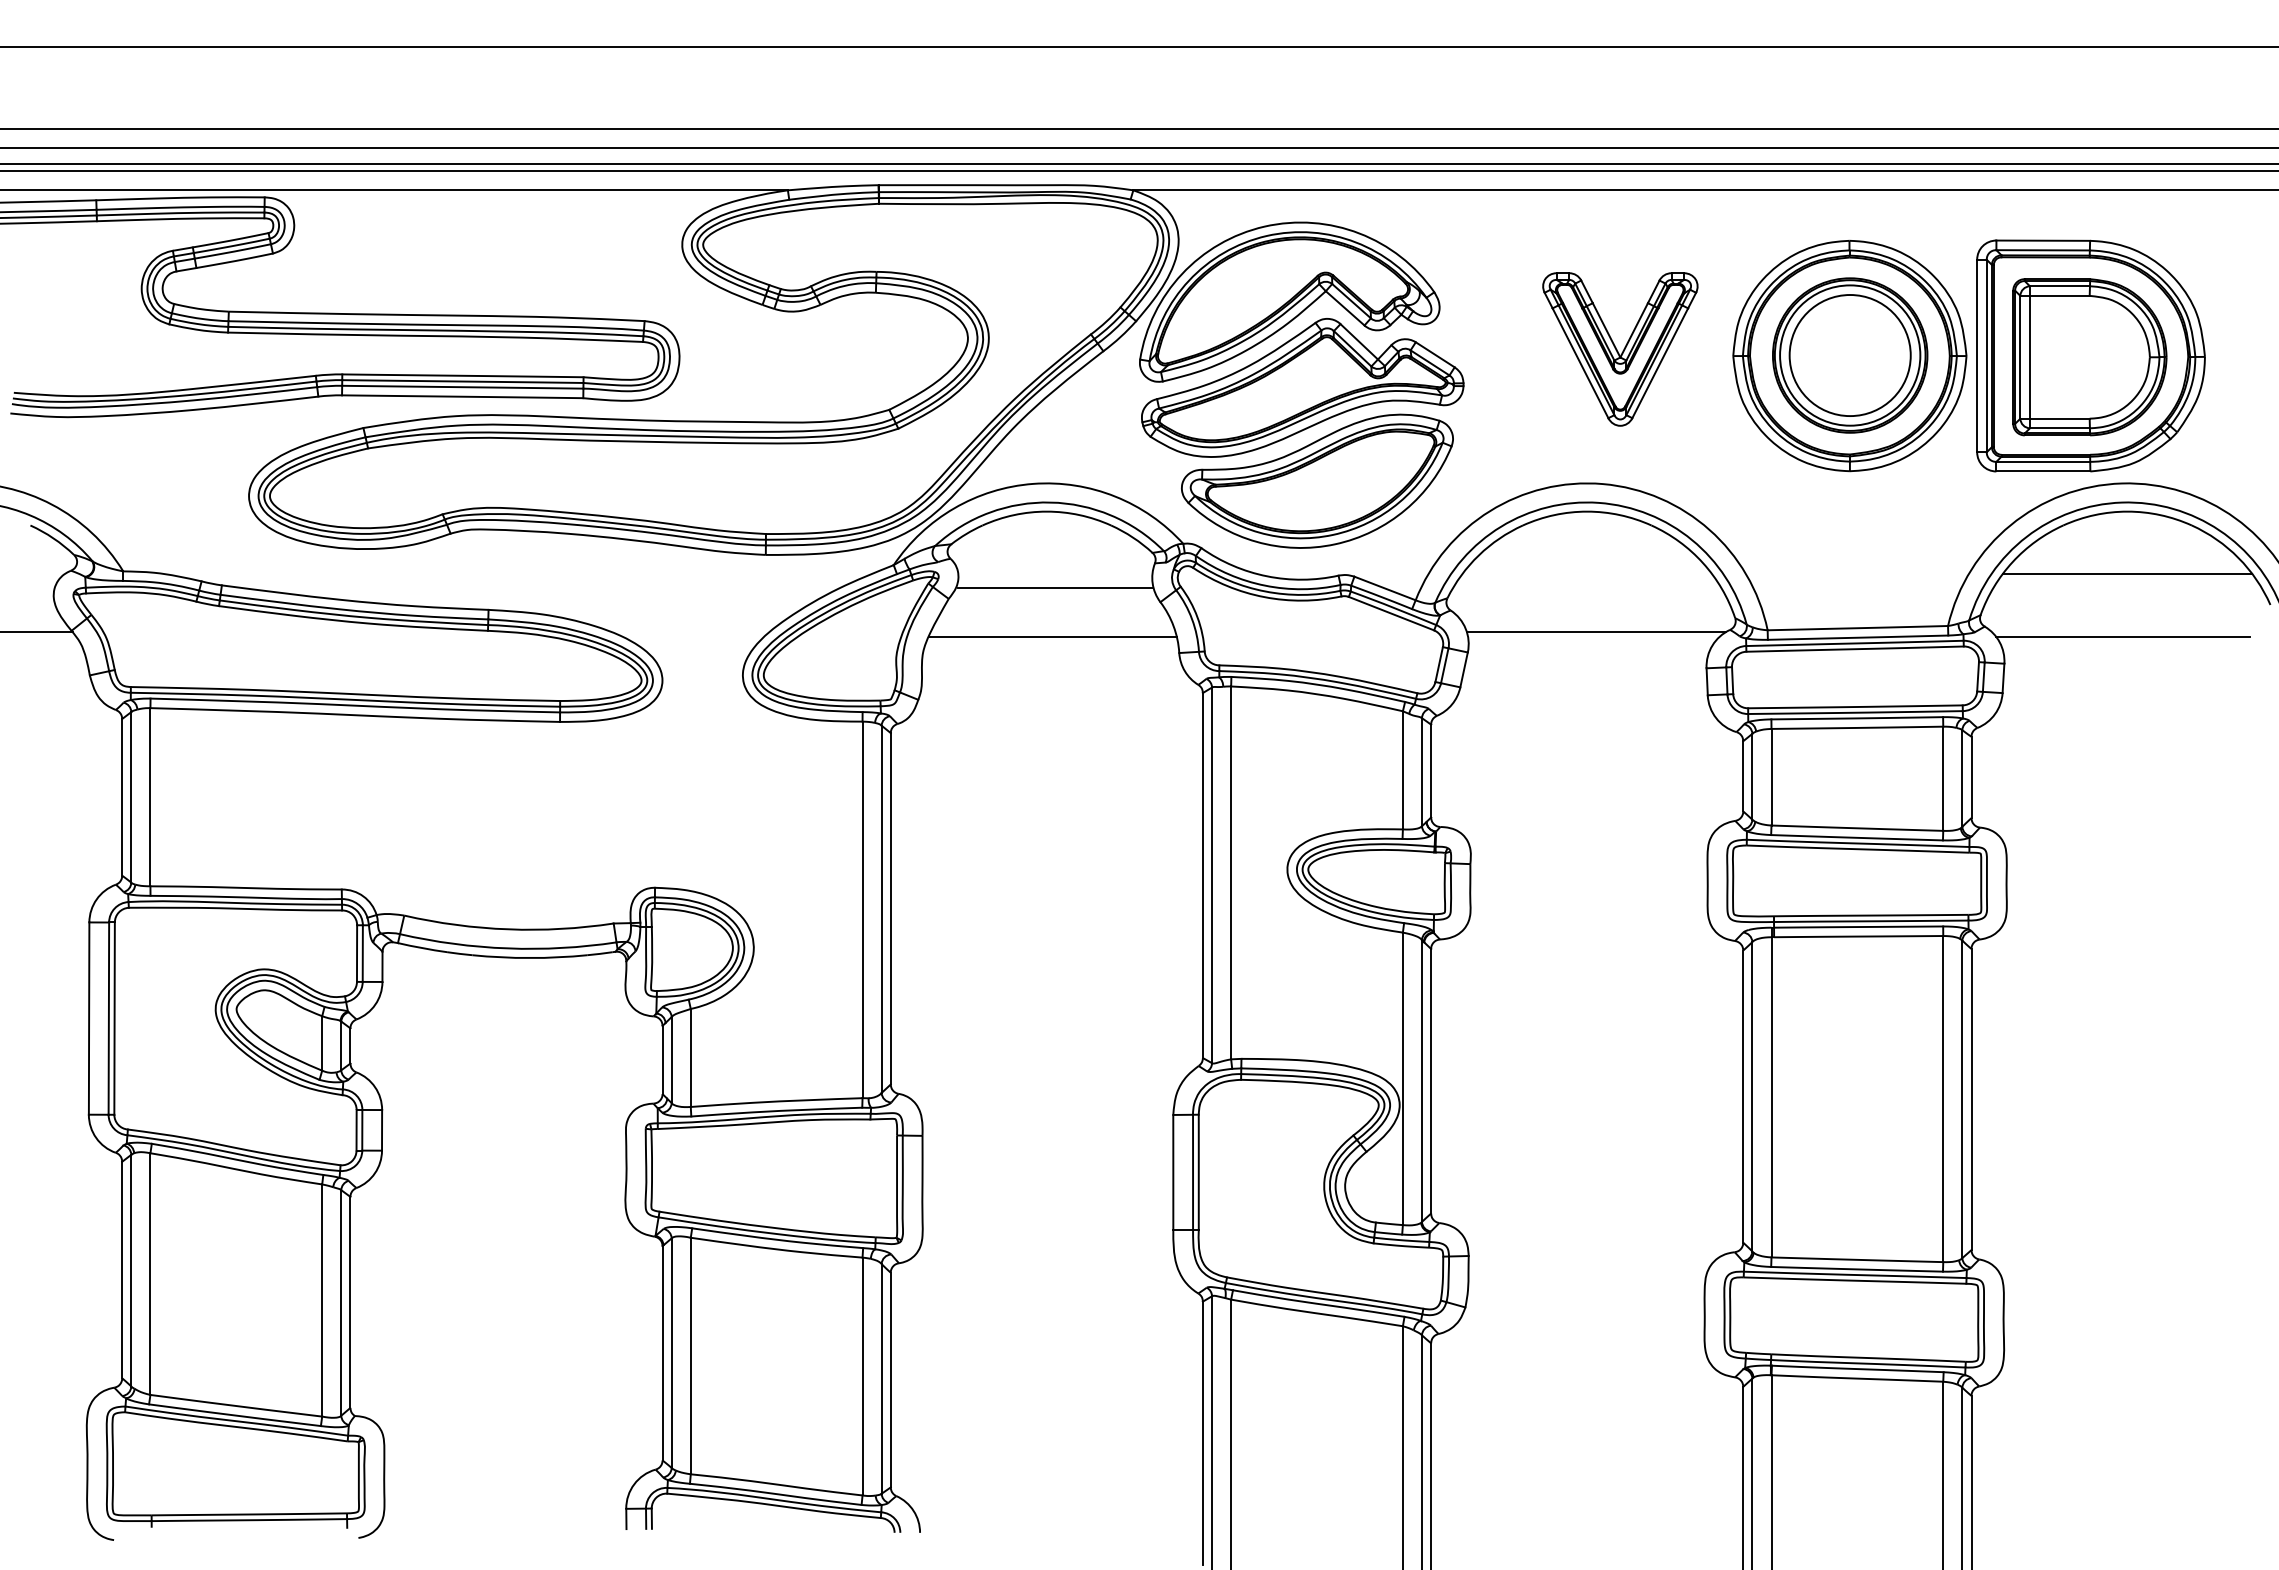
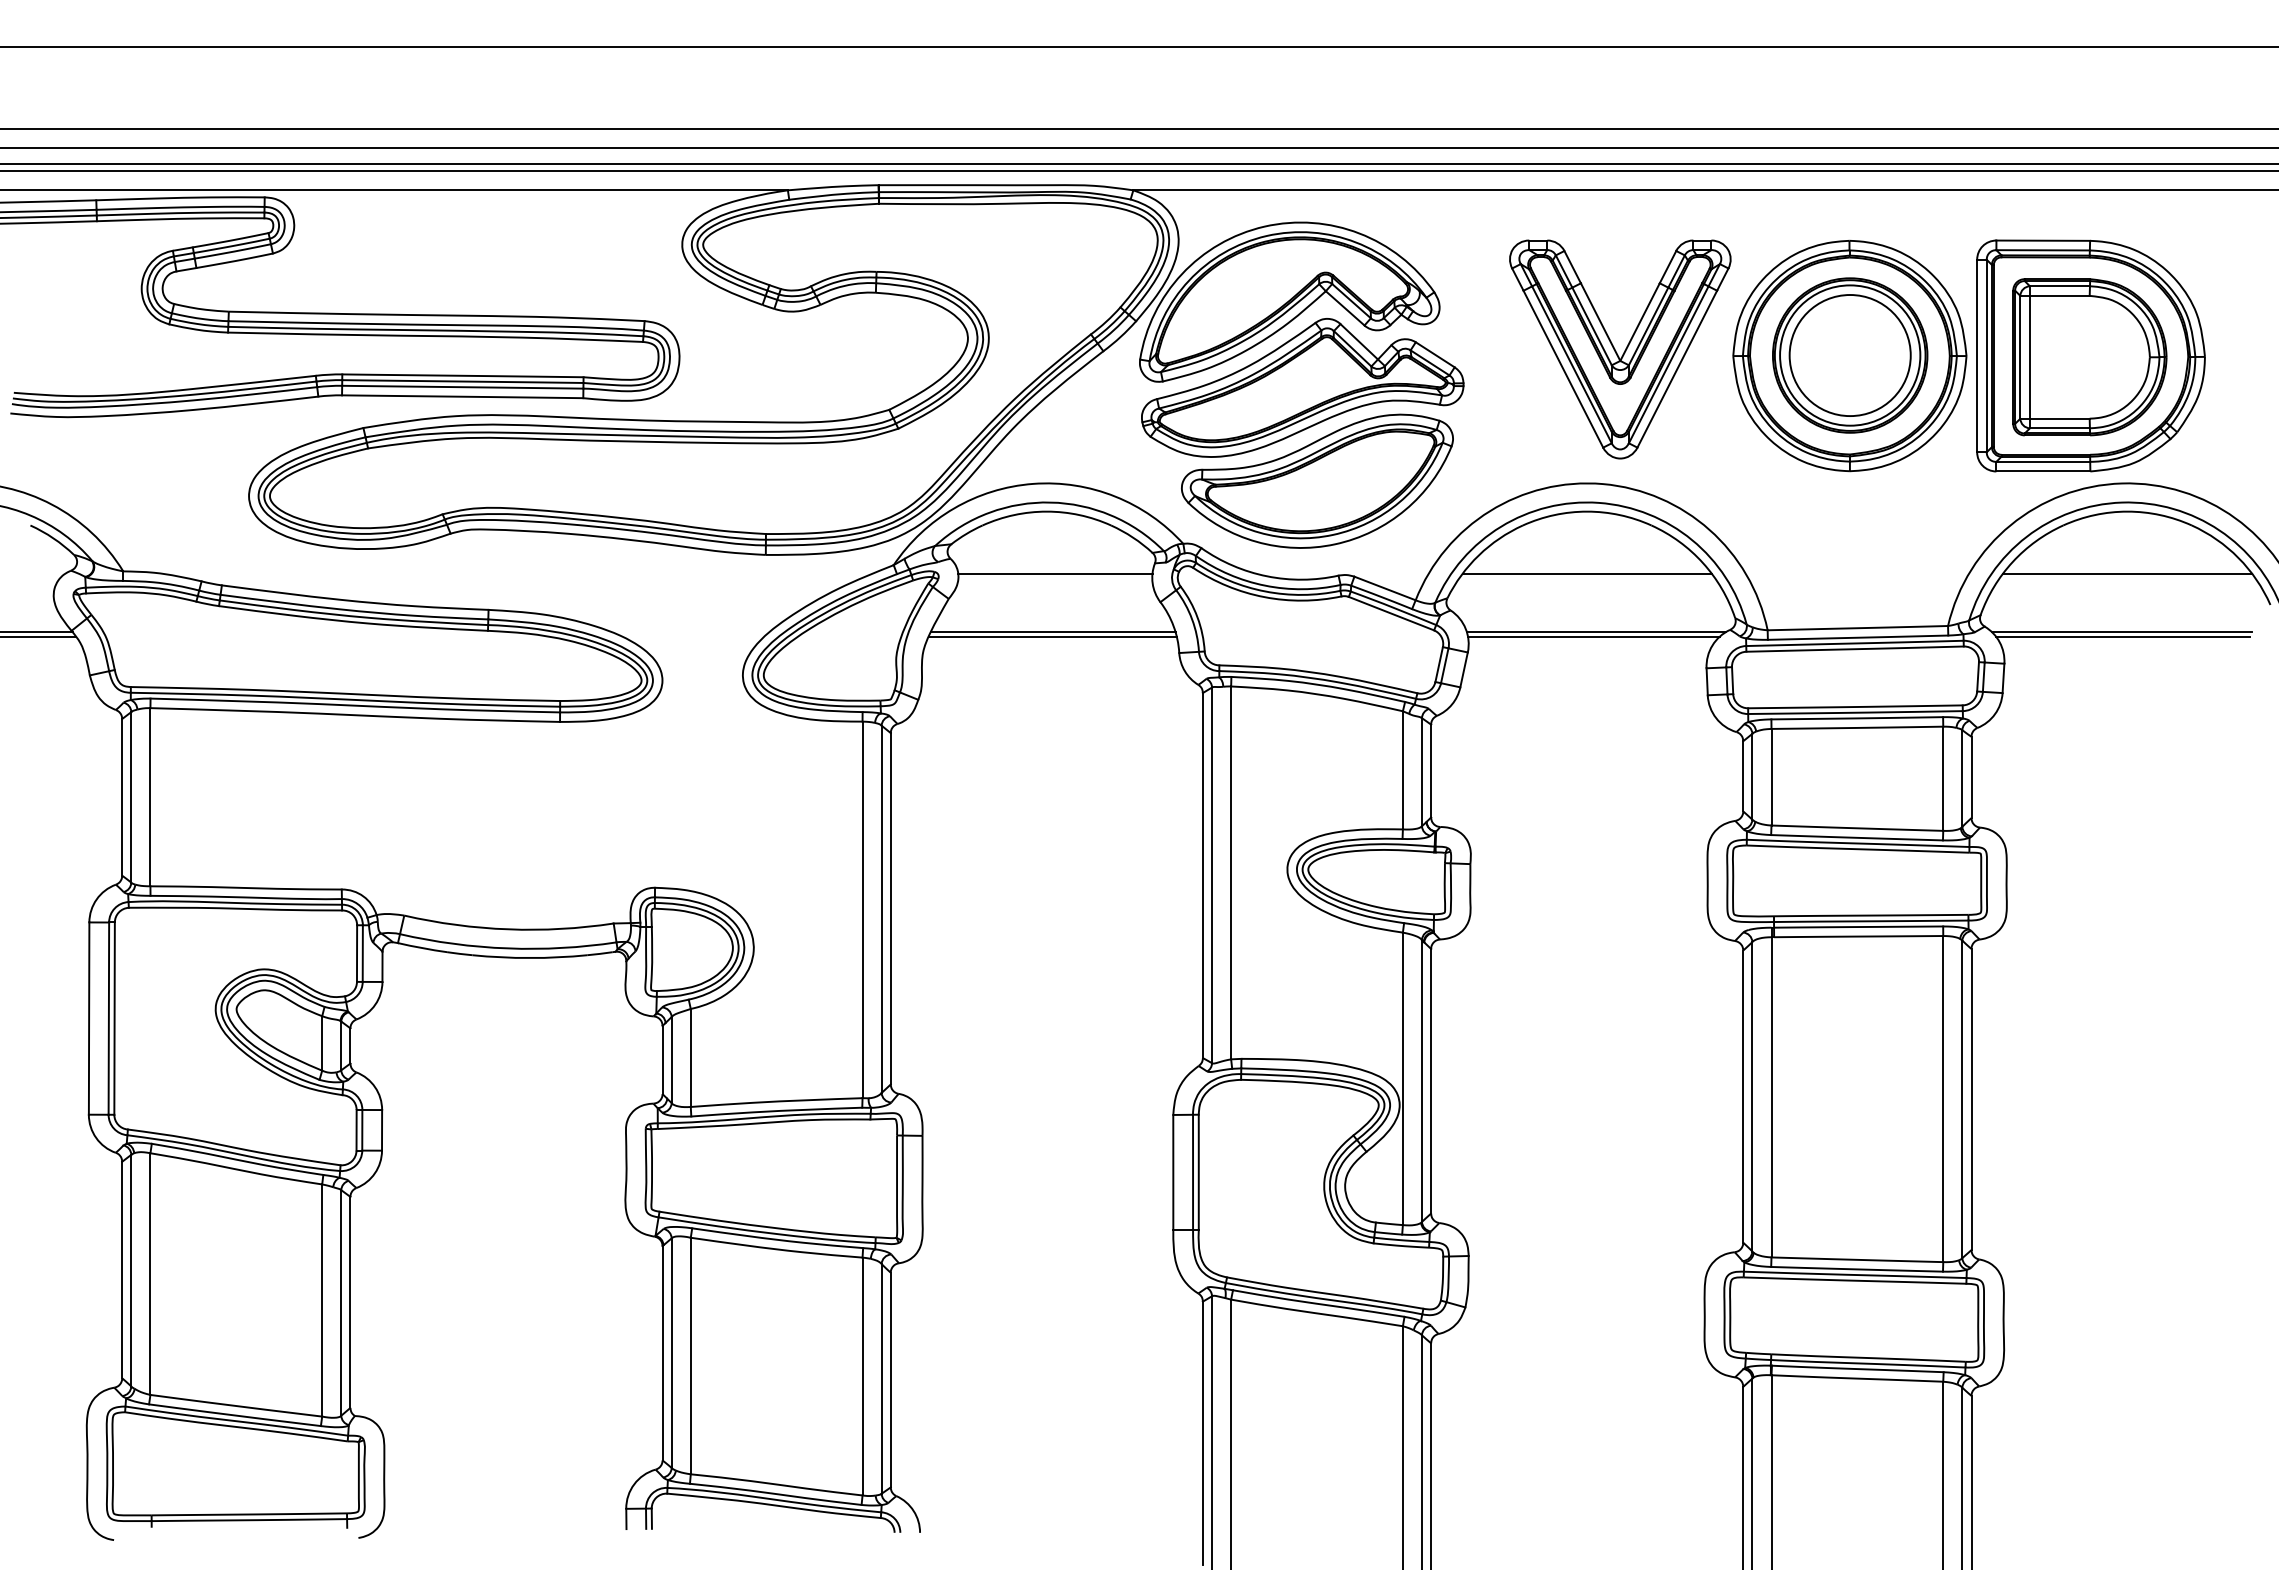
part at (1620, 349) size: 157x155 px -> 223x221 px
line at (1586, 573): none -> present
line at (1055, 587) position: (1055, 587) -> (1055, 573)
line at (1052, 632): none -> present
line at (2121, 632): none -> present
line at (39, 636): none -> present
line at (1593, 636): none -> present
